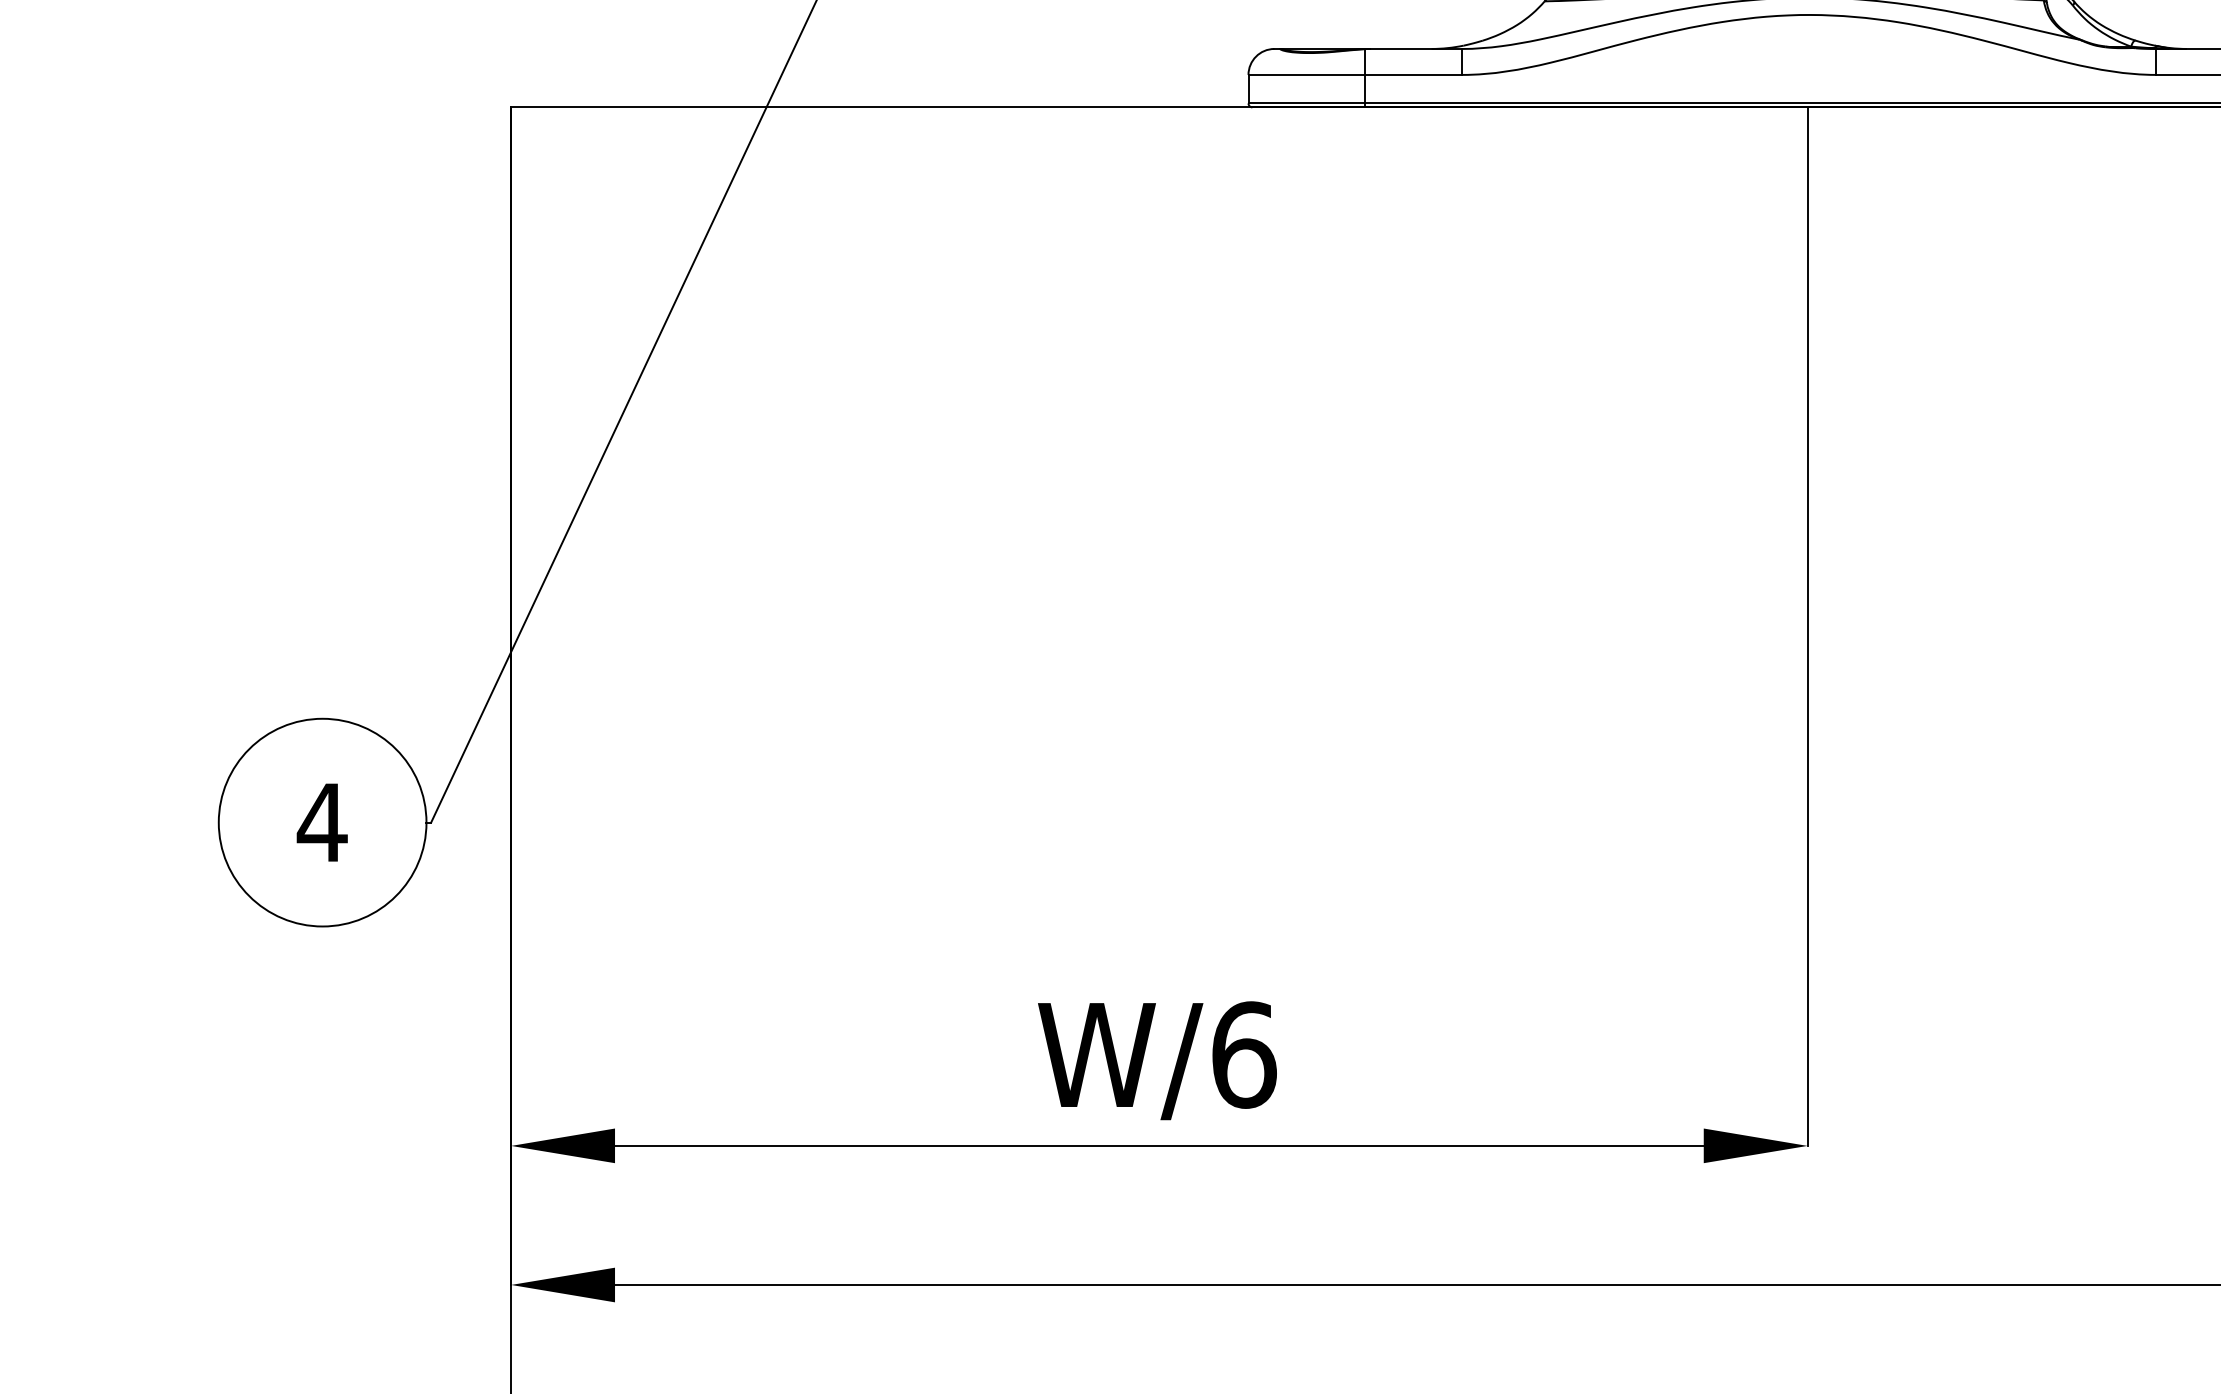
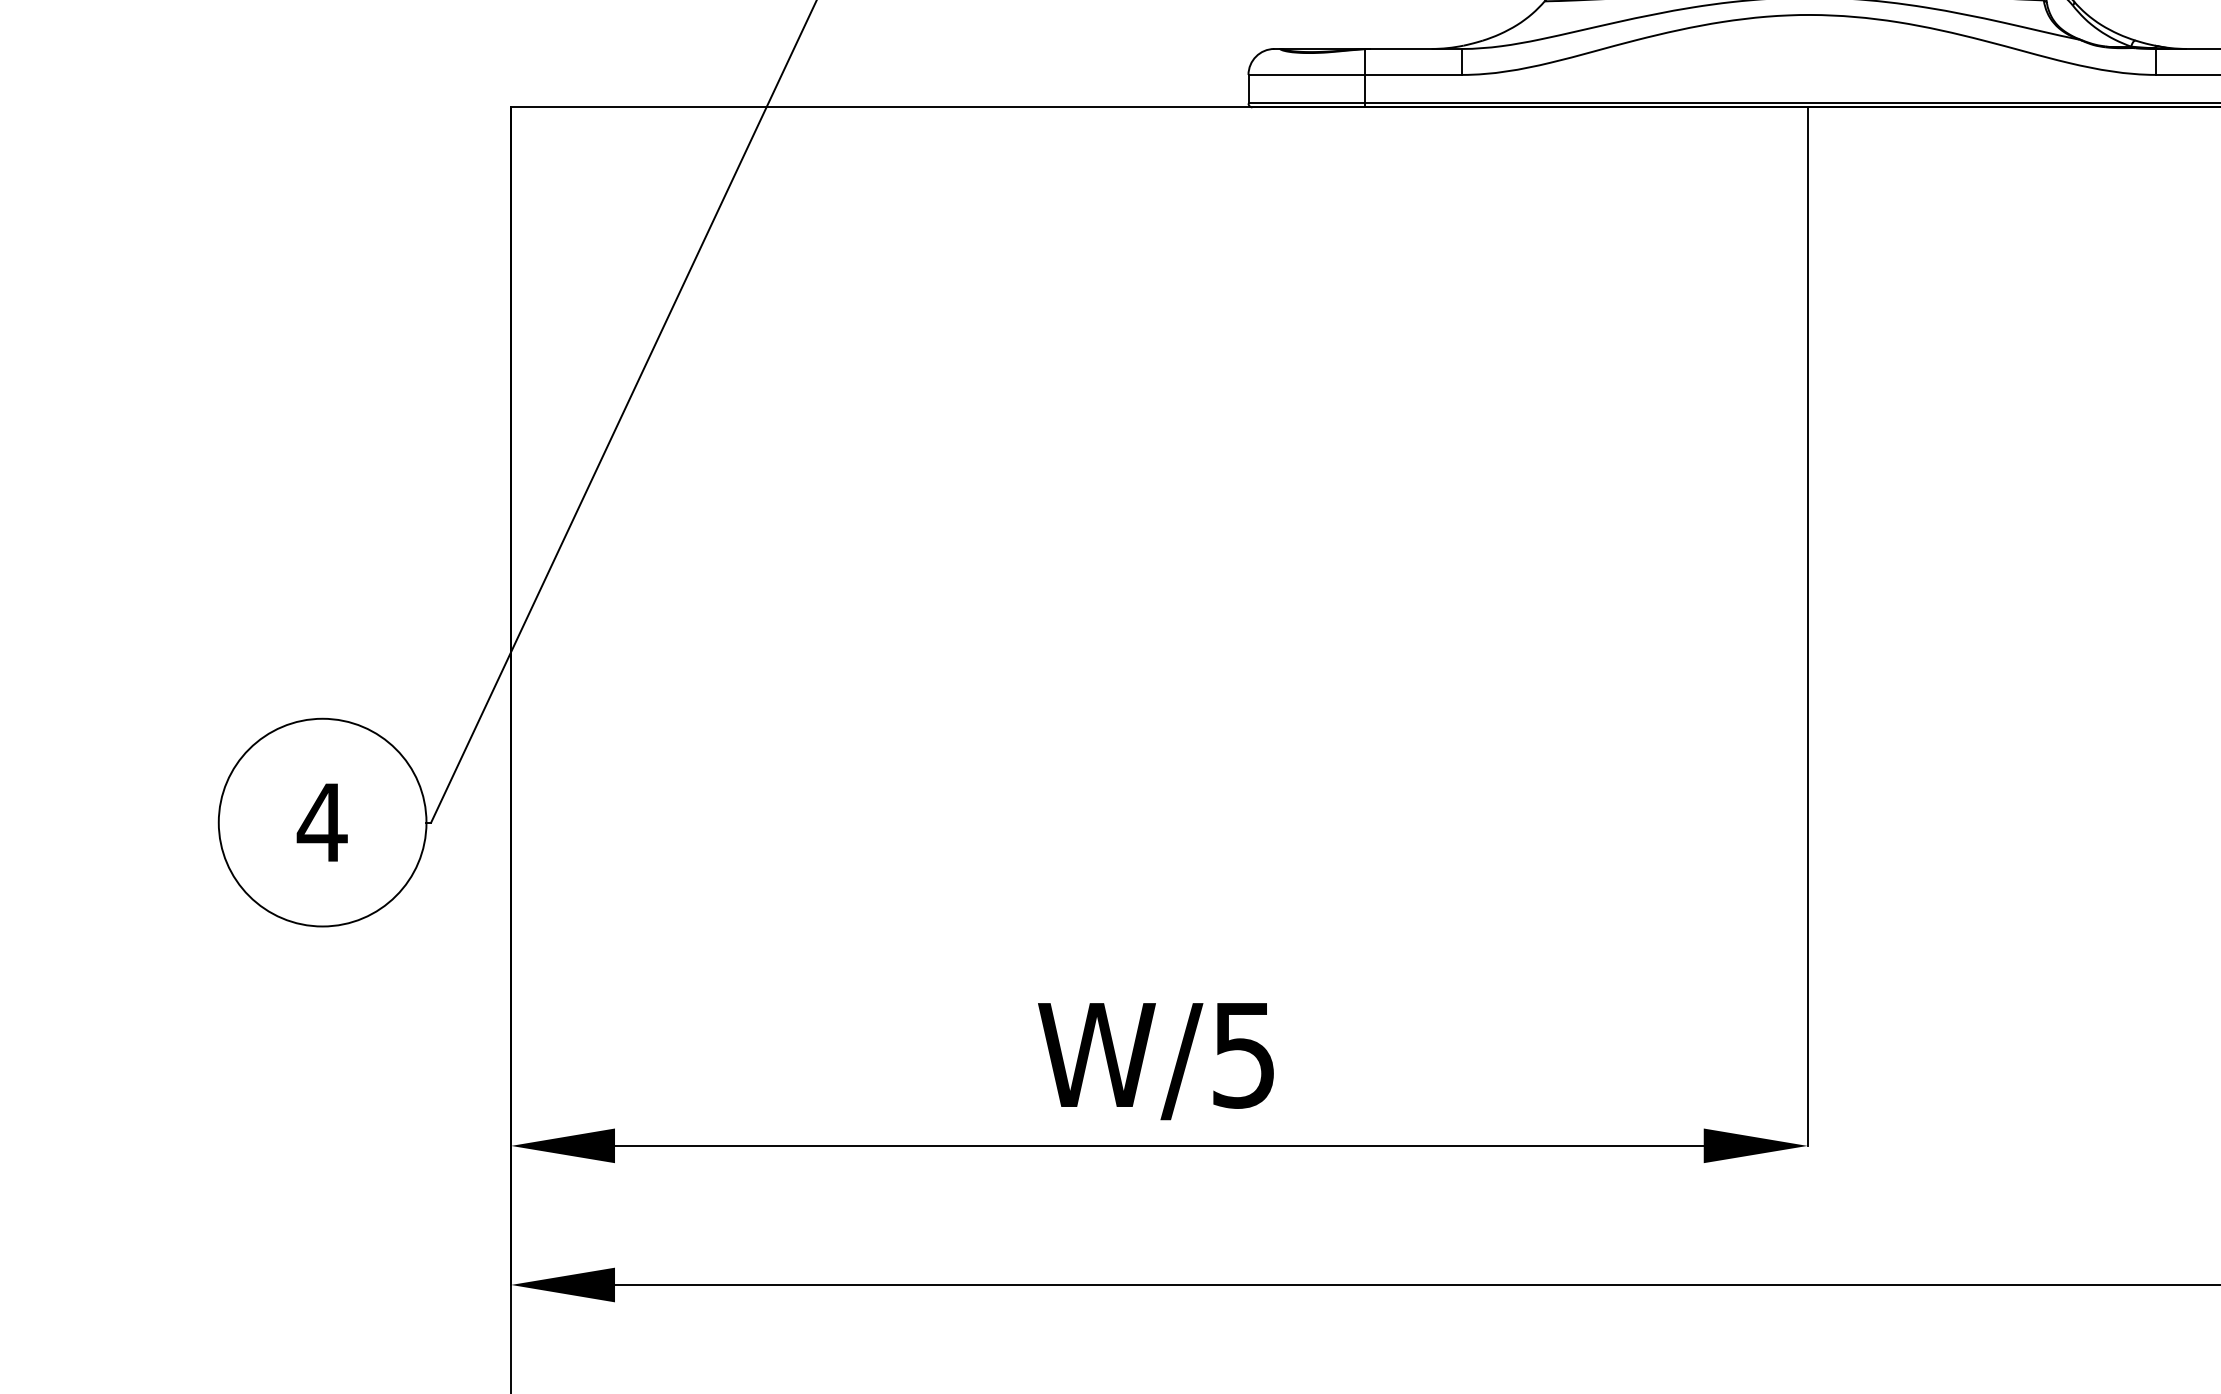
text at (1244, 1054): W/6 -> W/5
